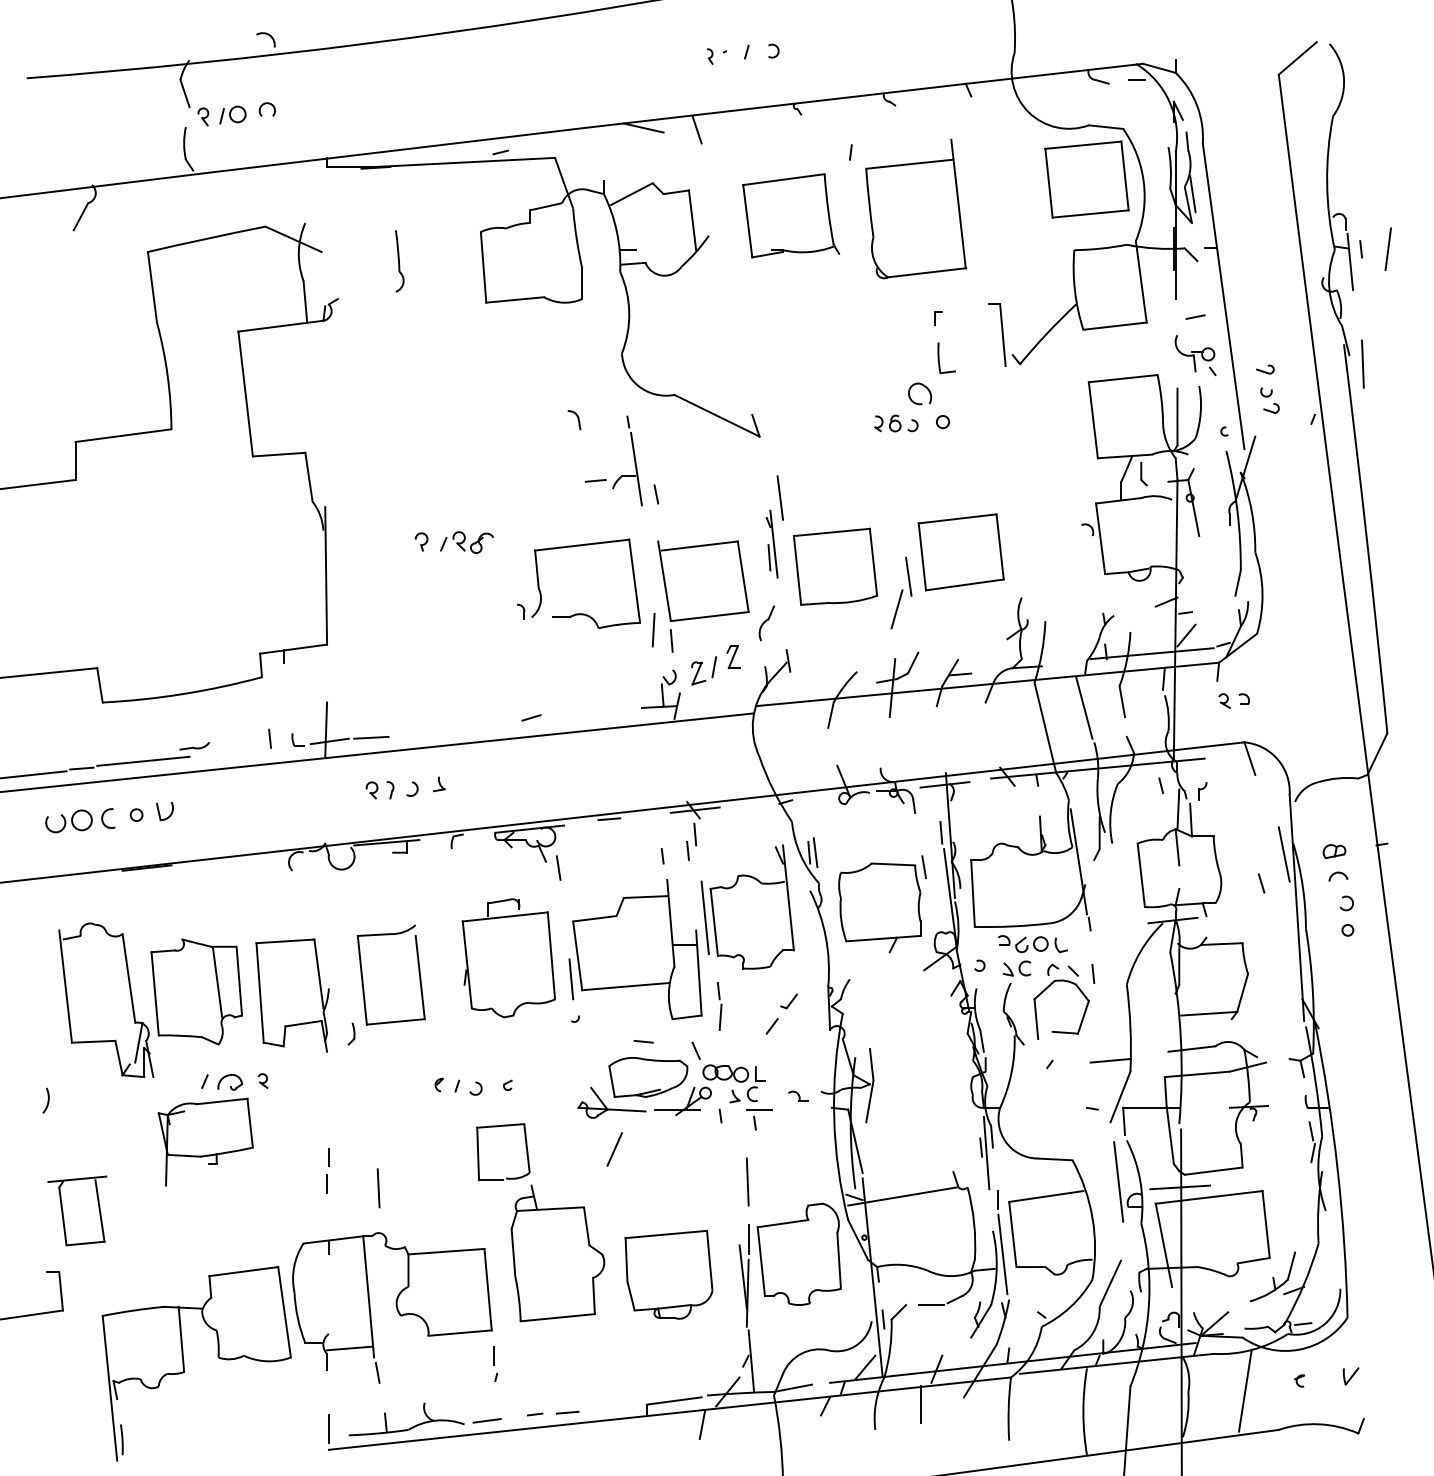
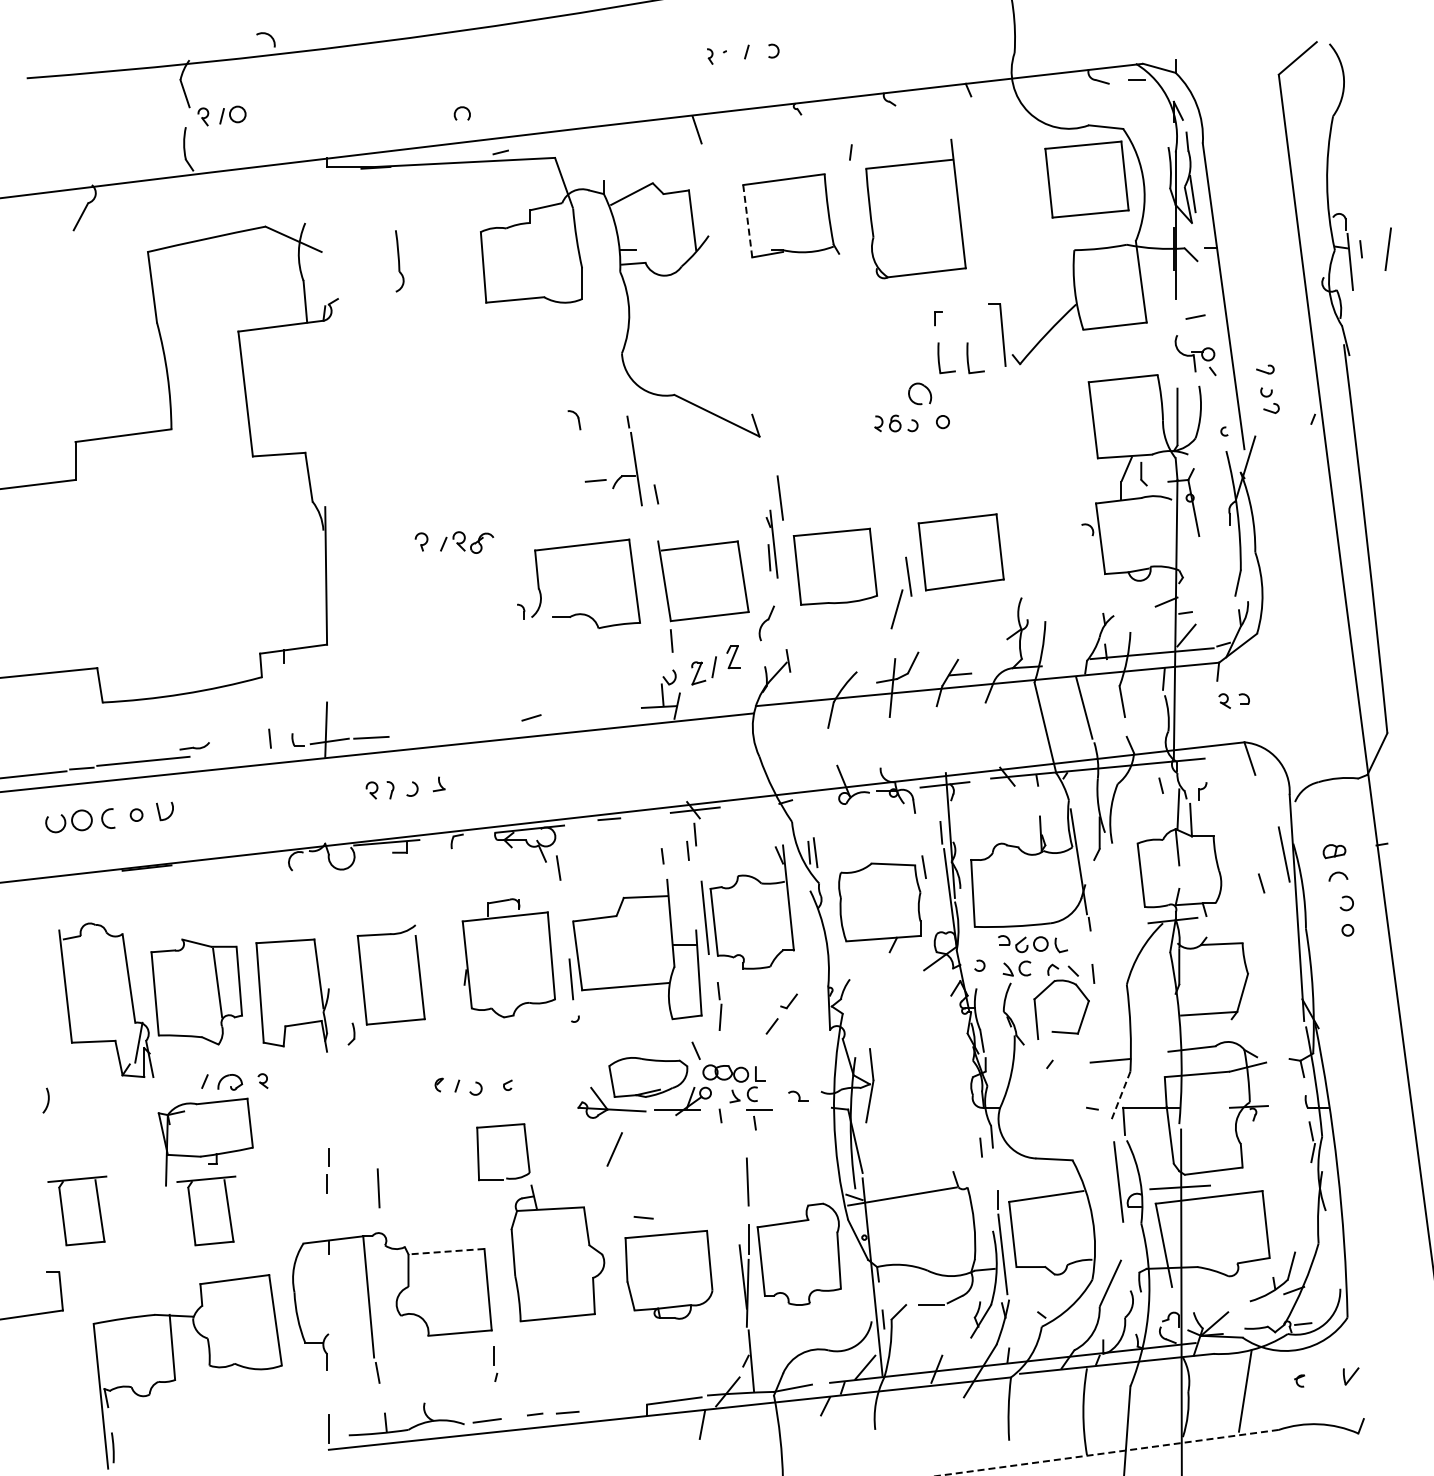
arc at (266, 104) position: (266, 104) -> (461, 108)
line at (643, 127): present -> none
line at (747, 220): solid -> dashed
part at (968, 358): none -> present
line at (1362, 363): present -> none
line at (653, 629): present -> none
line at (643, 1041) position: (643, 1041) -> (643, 1217)
line at (1120, 1097): solid -> dashed
line at (986, 1152): present -> none
part at (206, 1210): none -> present
line at (446, 1251): solid -> dashed
line at (349, 1348): present -> none
part at (184, 1363) position: (184, 1363) -> (175, 1371)
line at (920, 1404): present -> none
line at (1107, 1452): solid -> dashed
